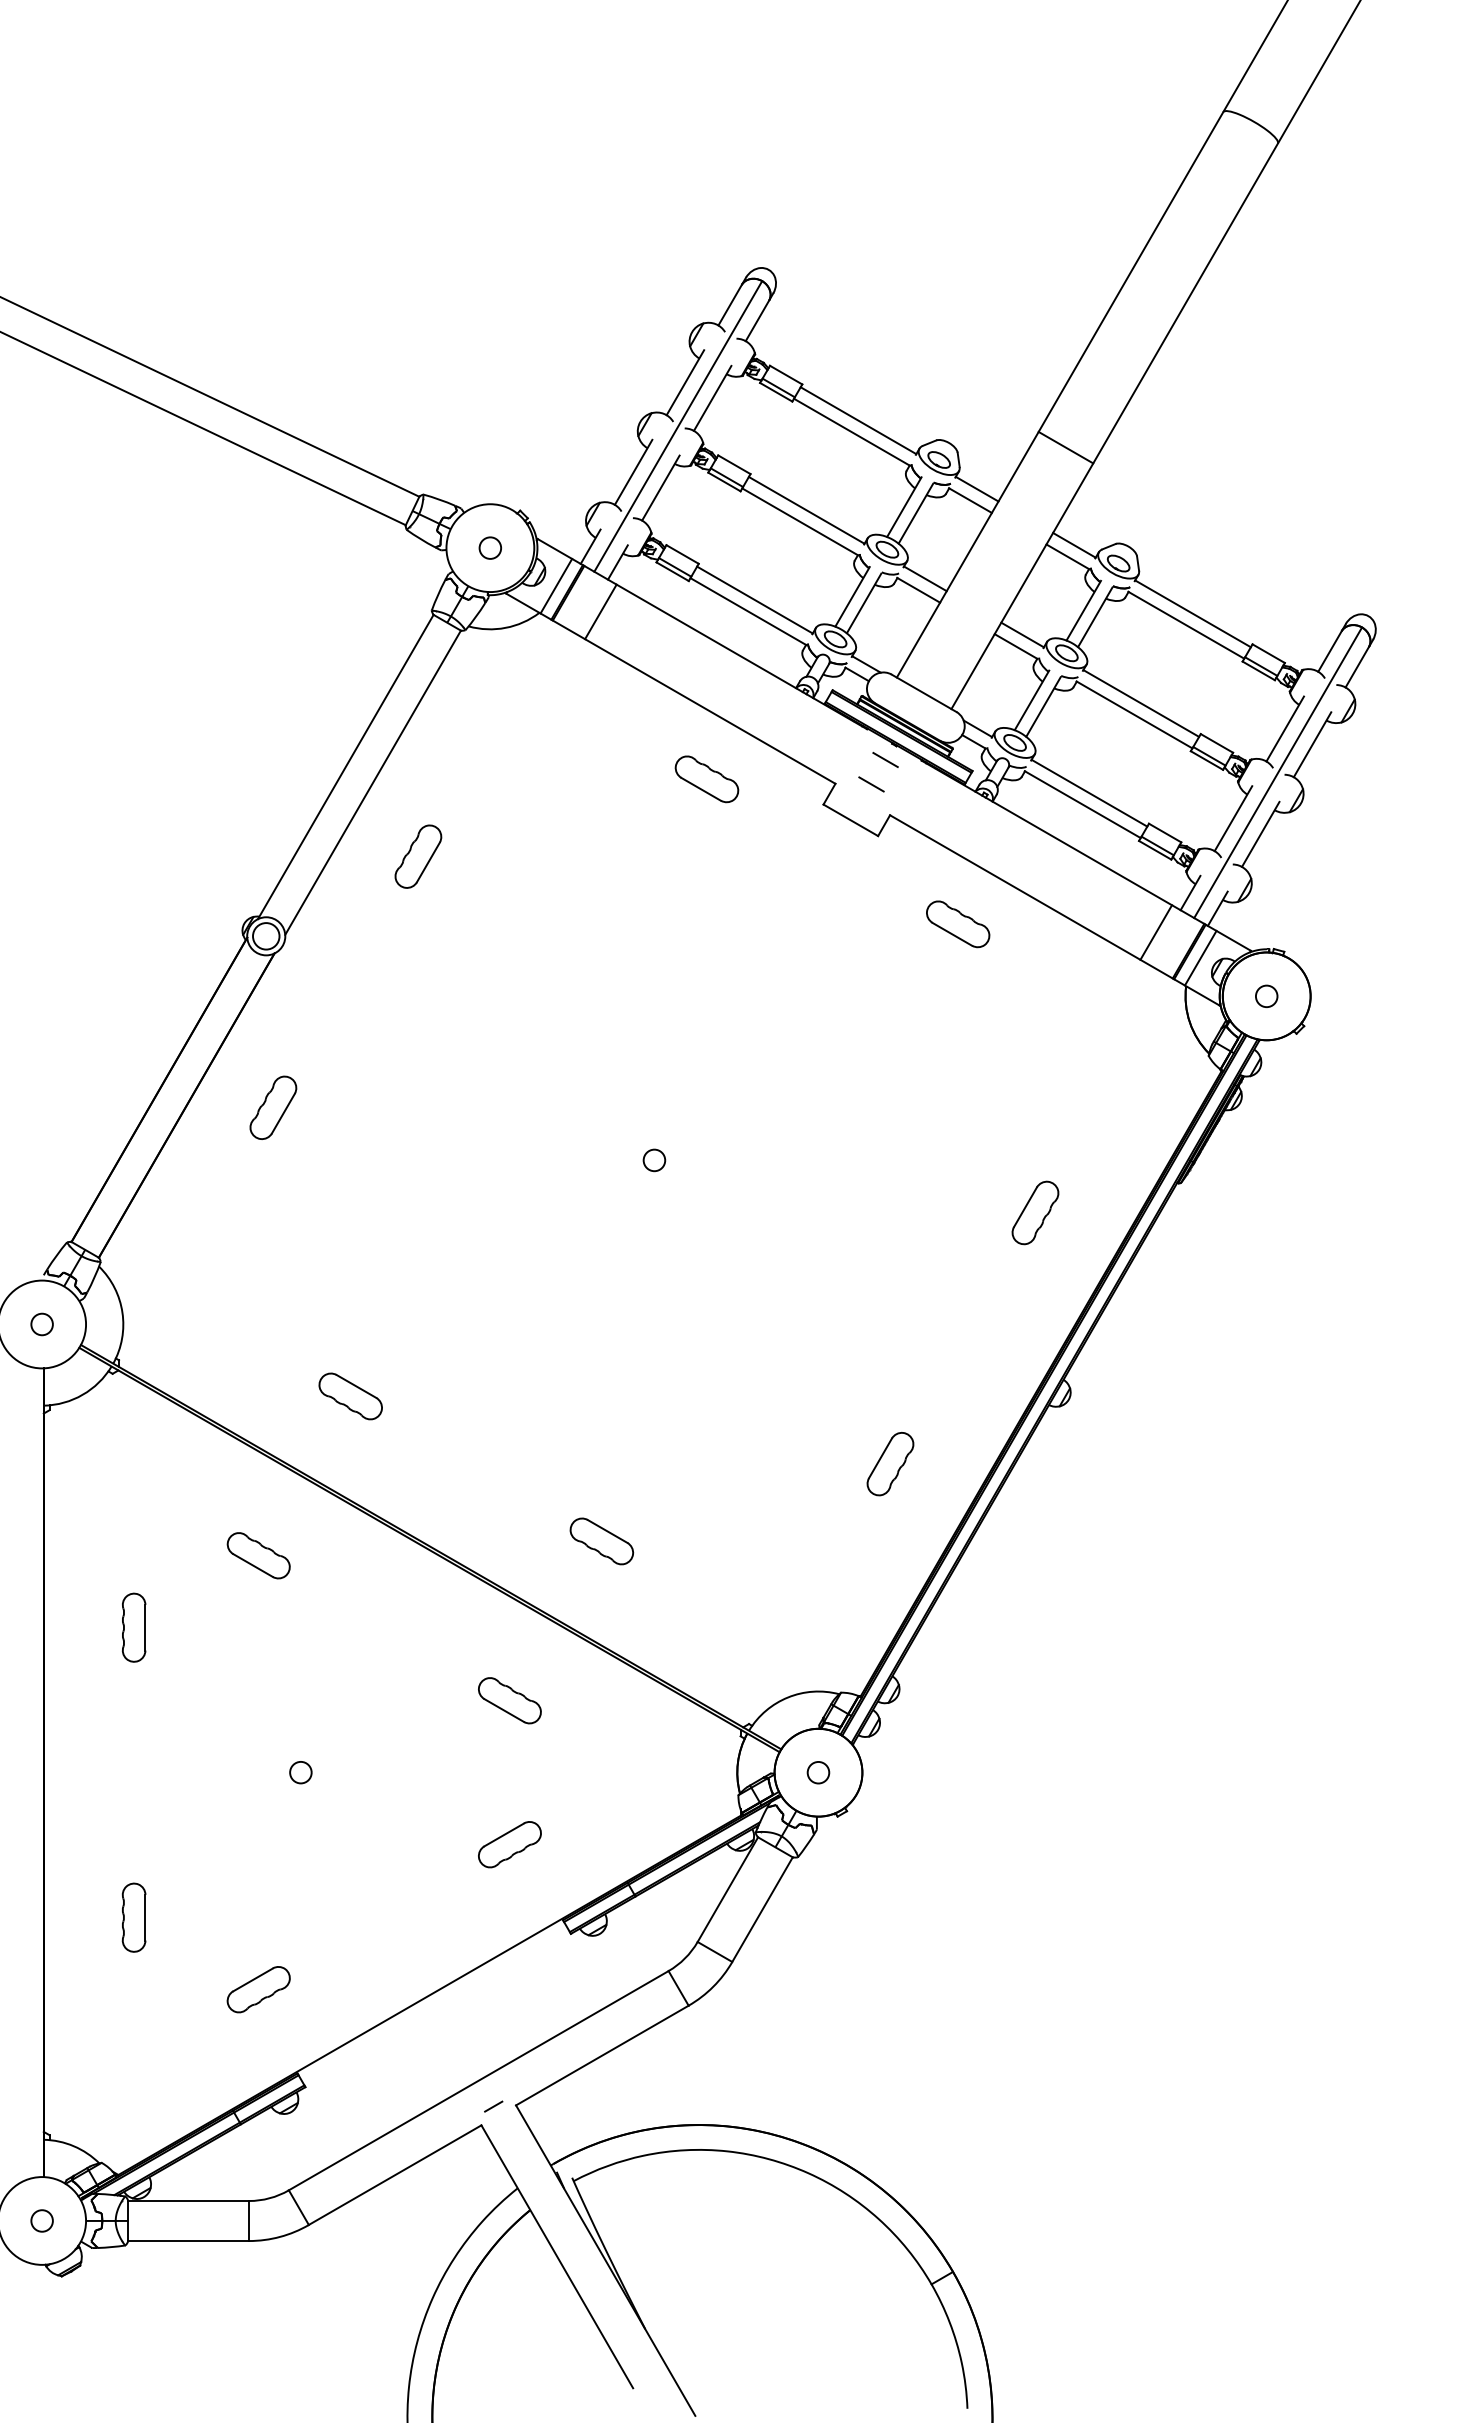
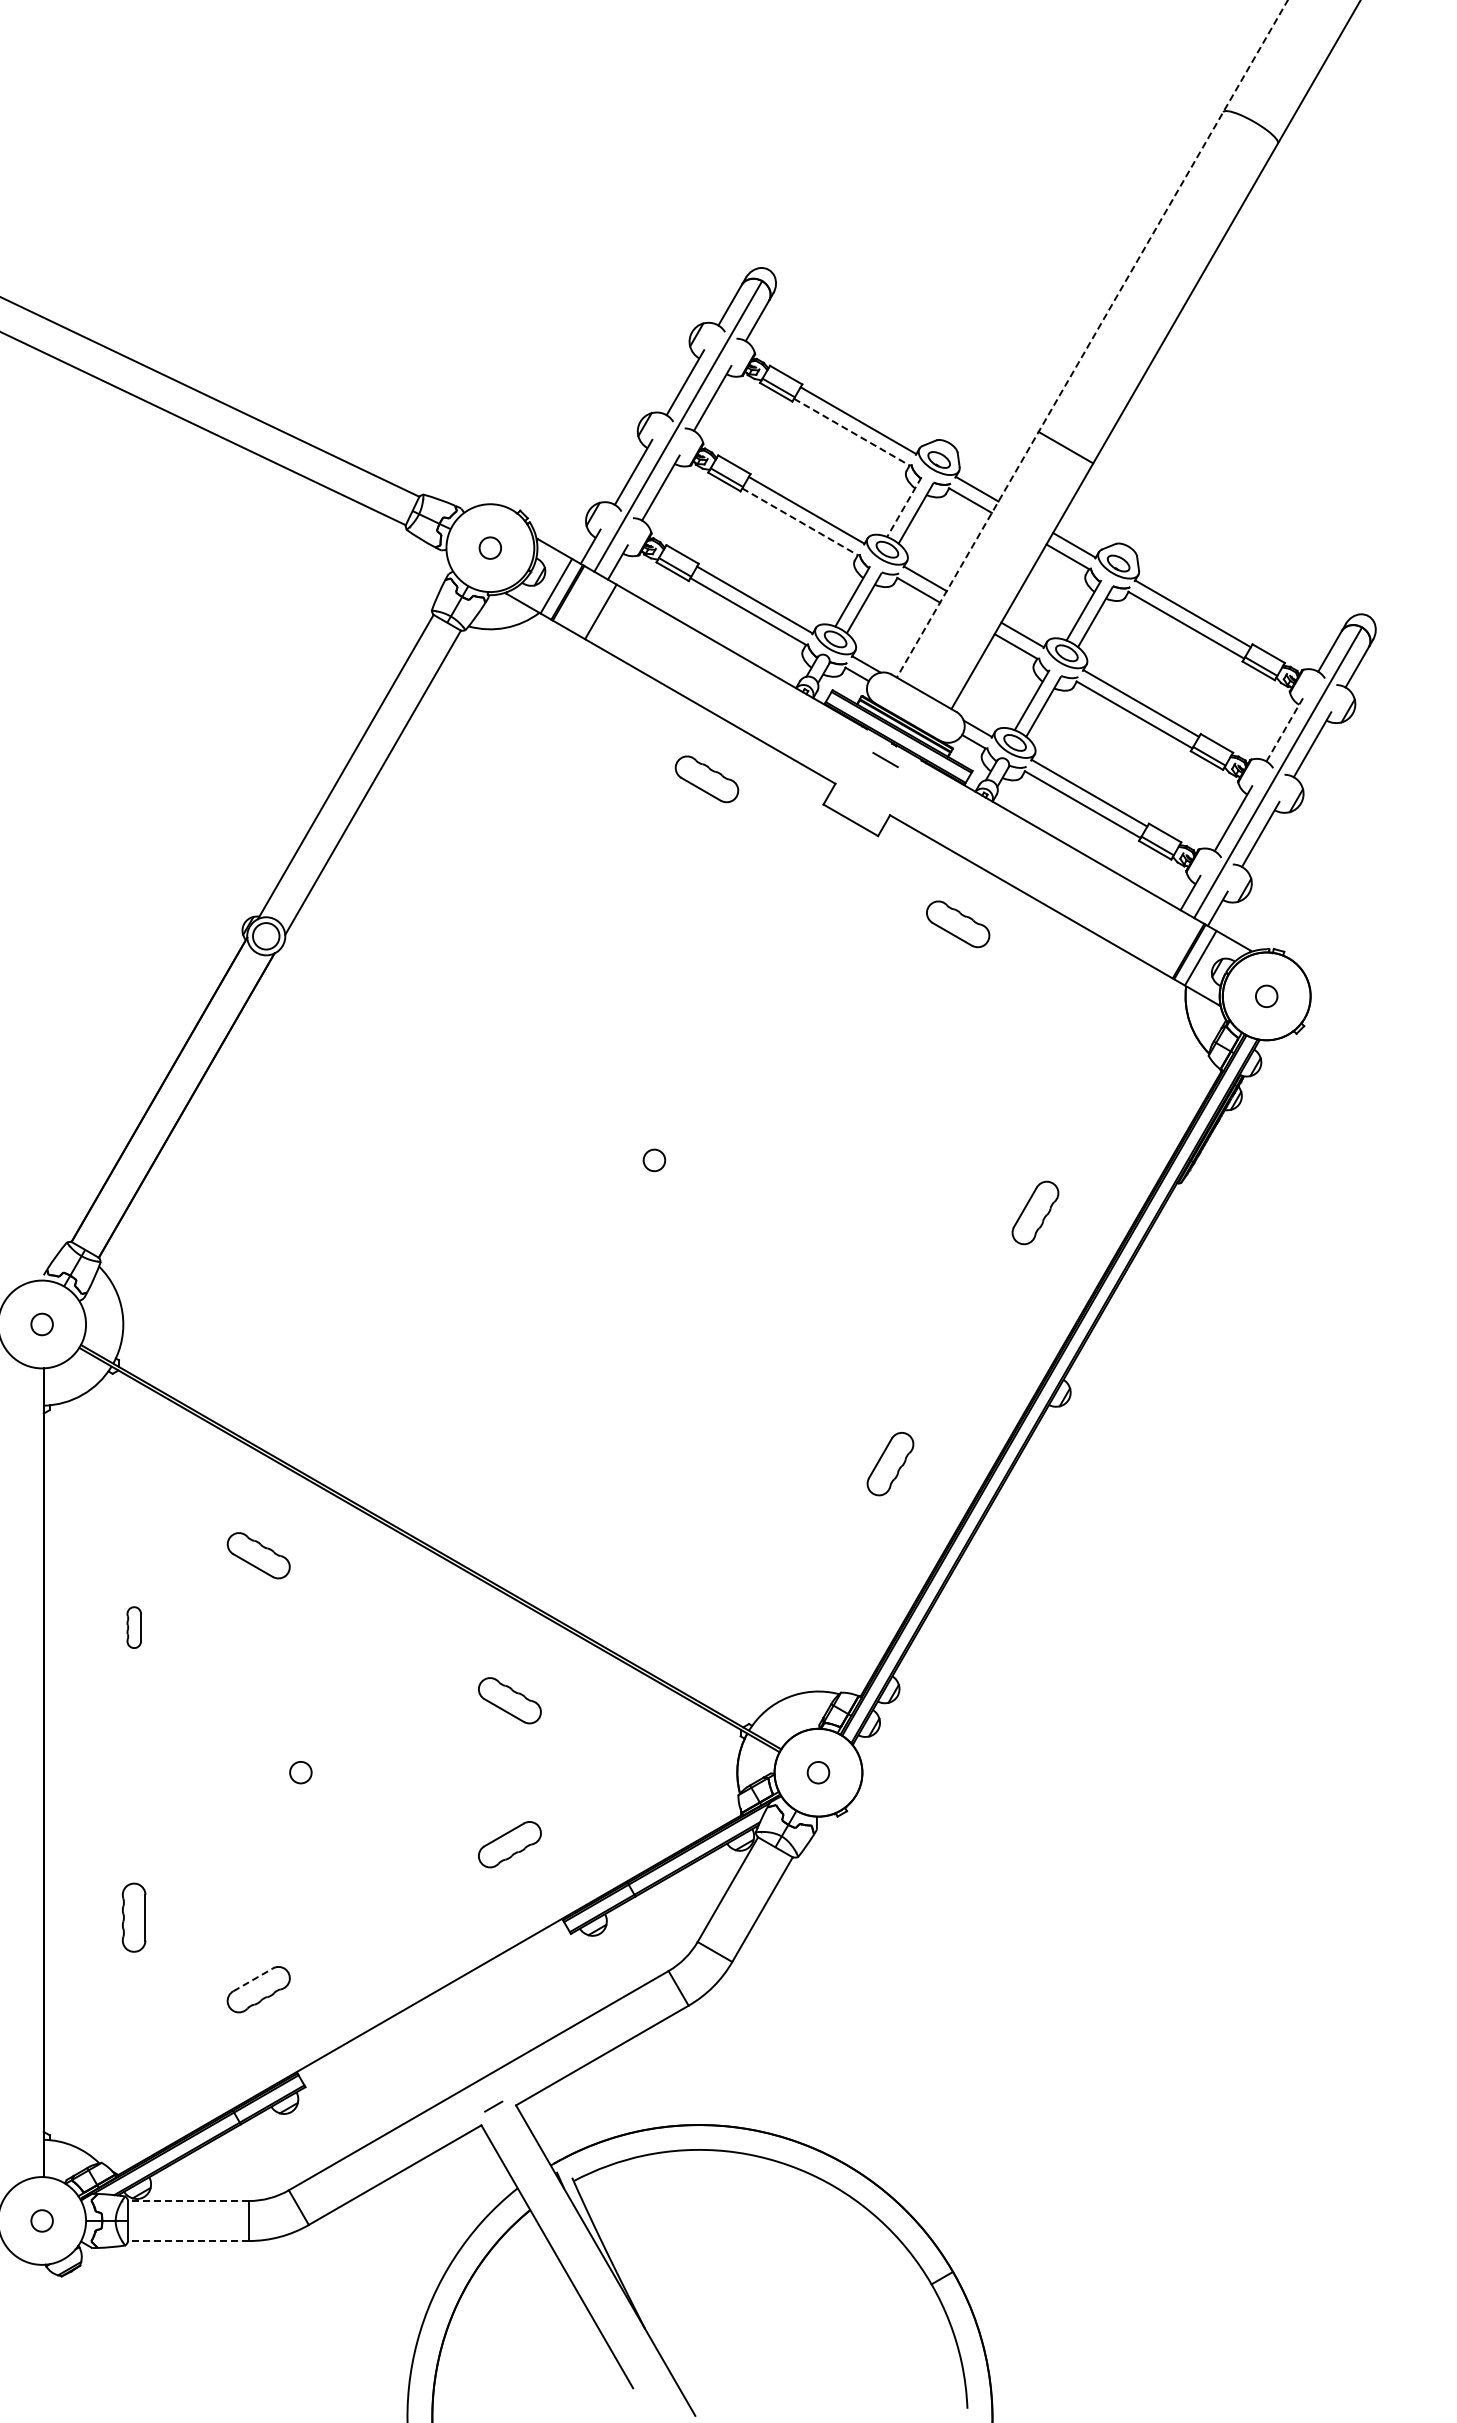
line at (1092, 339): solid -> dashed
line at (852, 432): solid -> dashed
line at (904, 507): solid -> dashed
line at (800, 521): solid -> dashed
line at (1285, 729): solid -> dashed
line at (871, 784): present -> none
part at (418, 856): present -> none
line at (1156, 932): present -> none
part at (273, 1107): present -> none
part at (350, 1396): present -> none
part at (601, 1541): present -> none
part at (134, 1627) size: 25x71 px -> 16x43 px
line at (253, 1979): solid -> dashed
line at (188, 2201): solid -> dashed
line at (188, 2241): solid -> dashed
